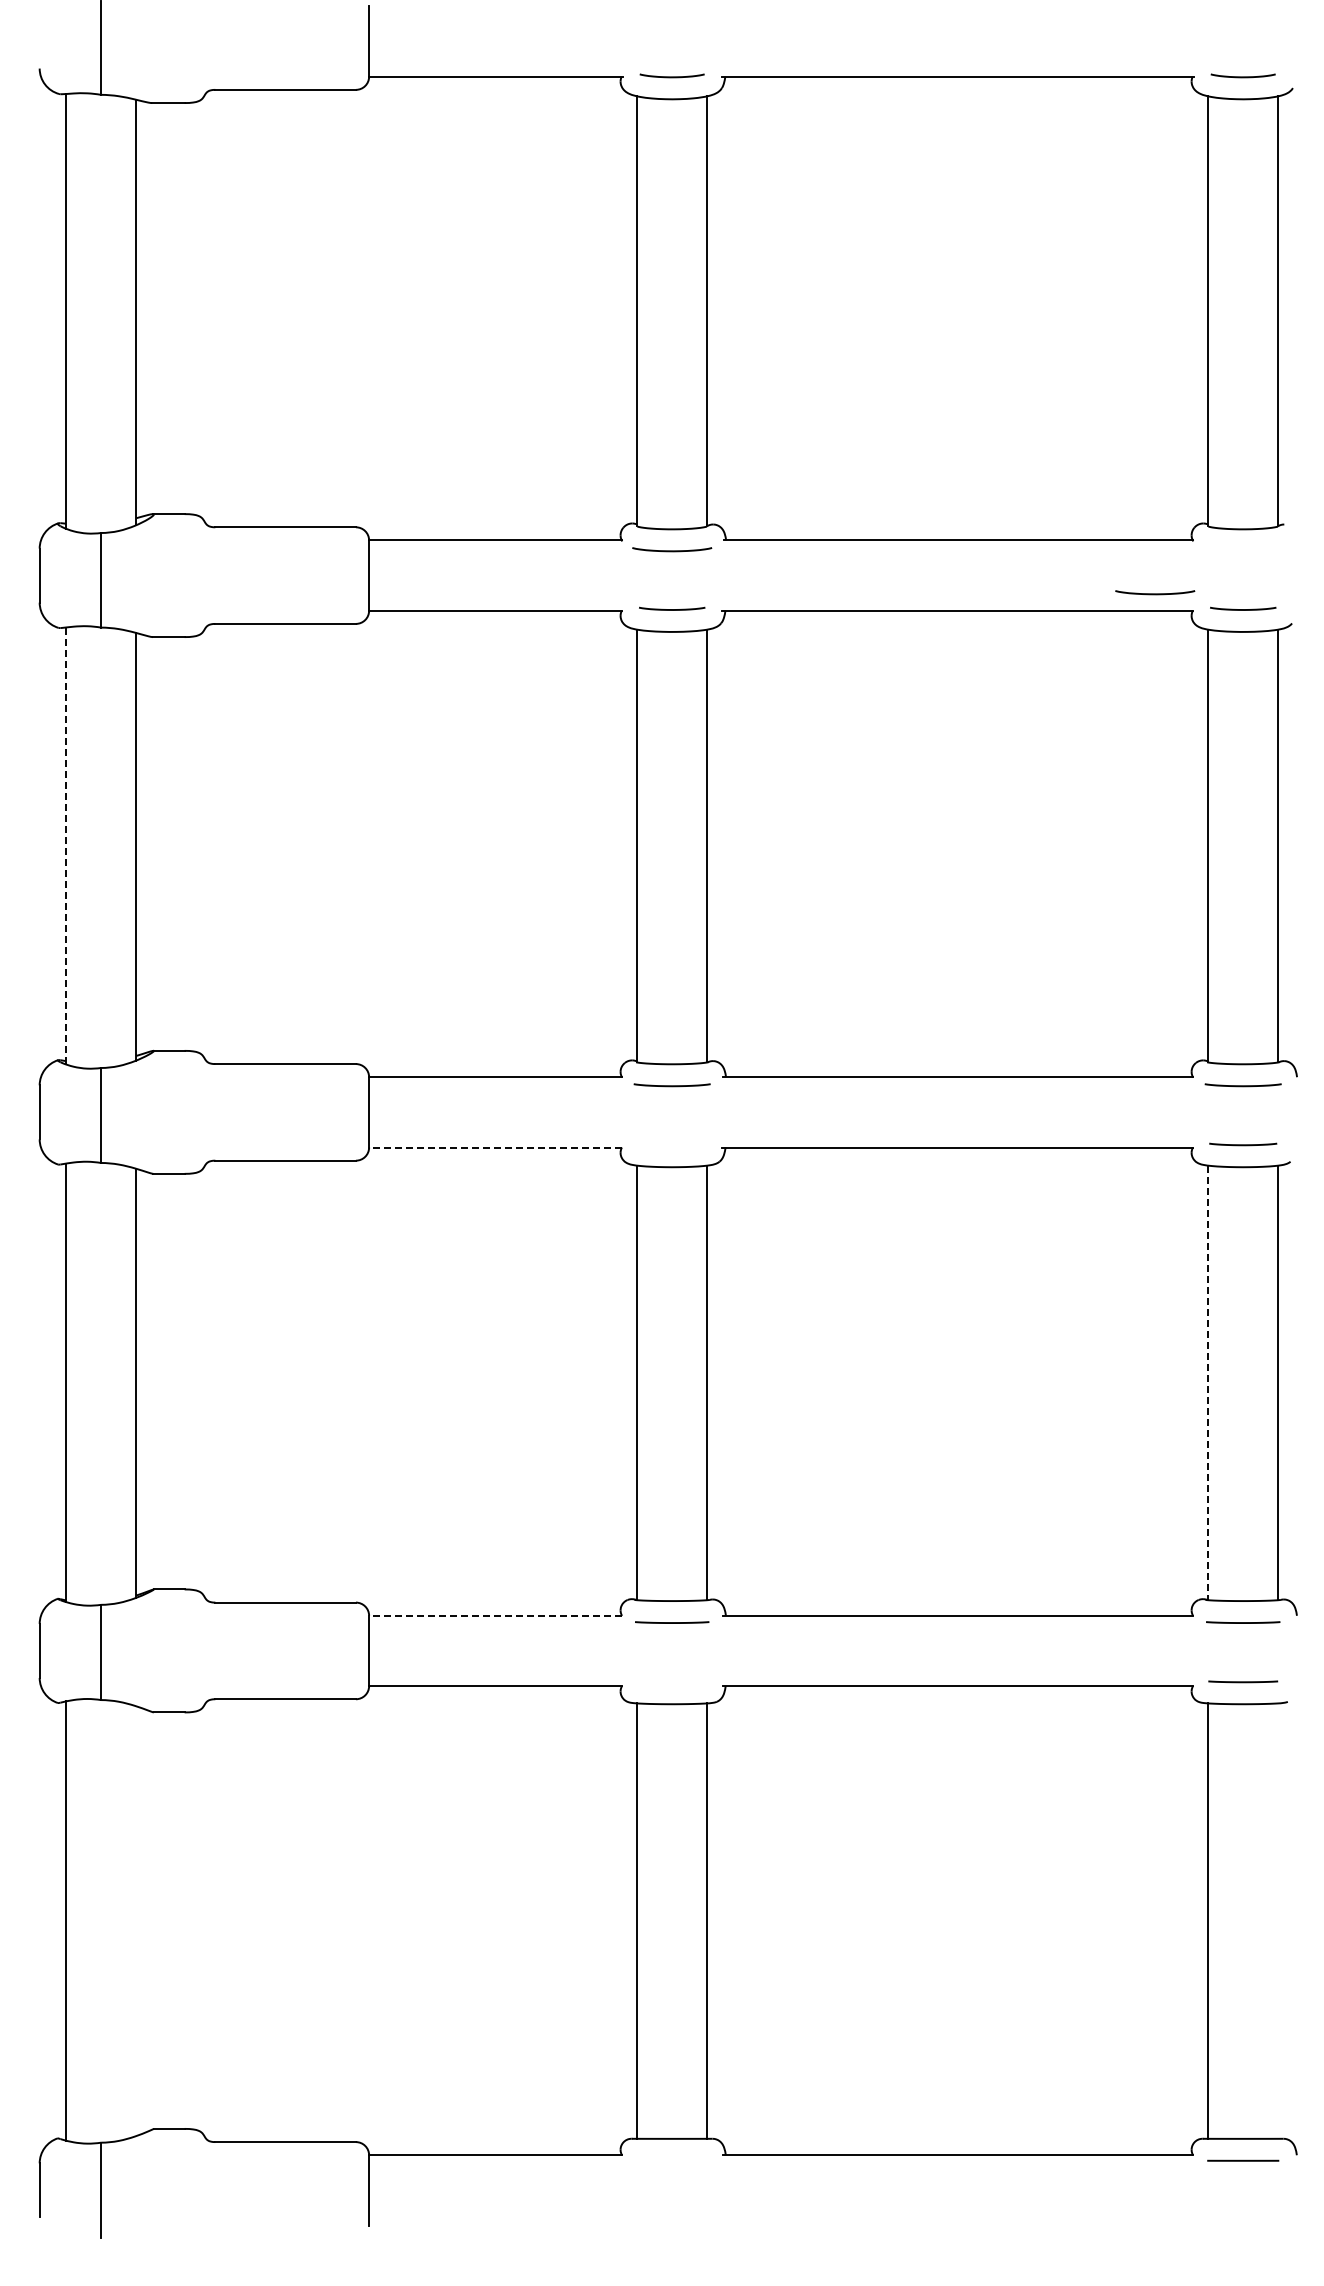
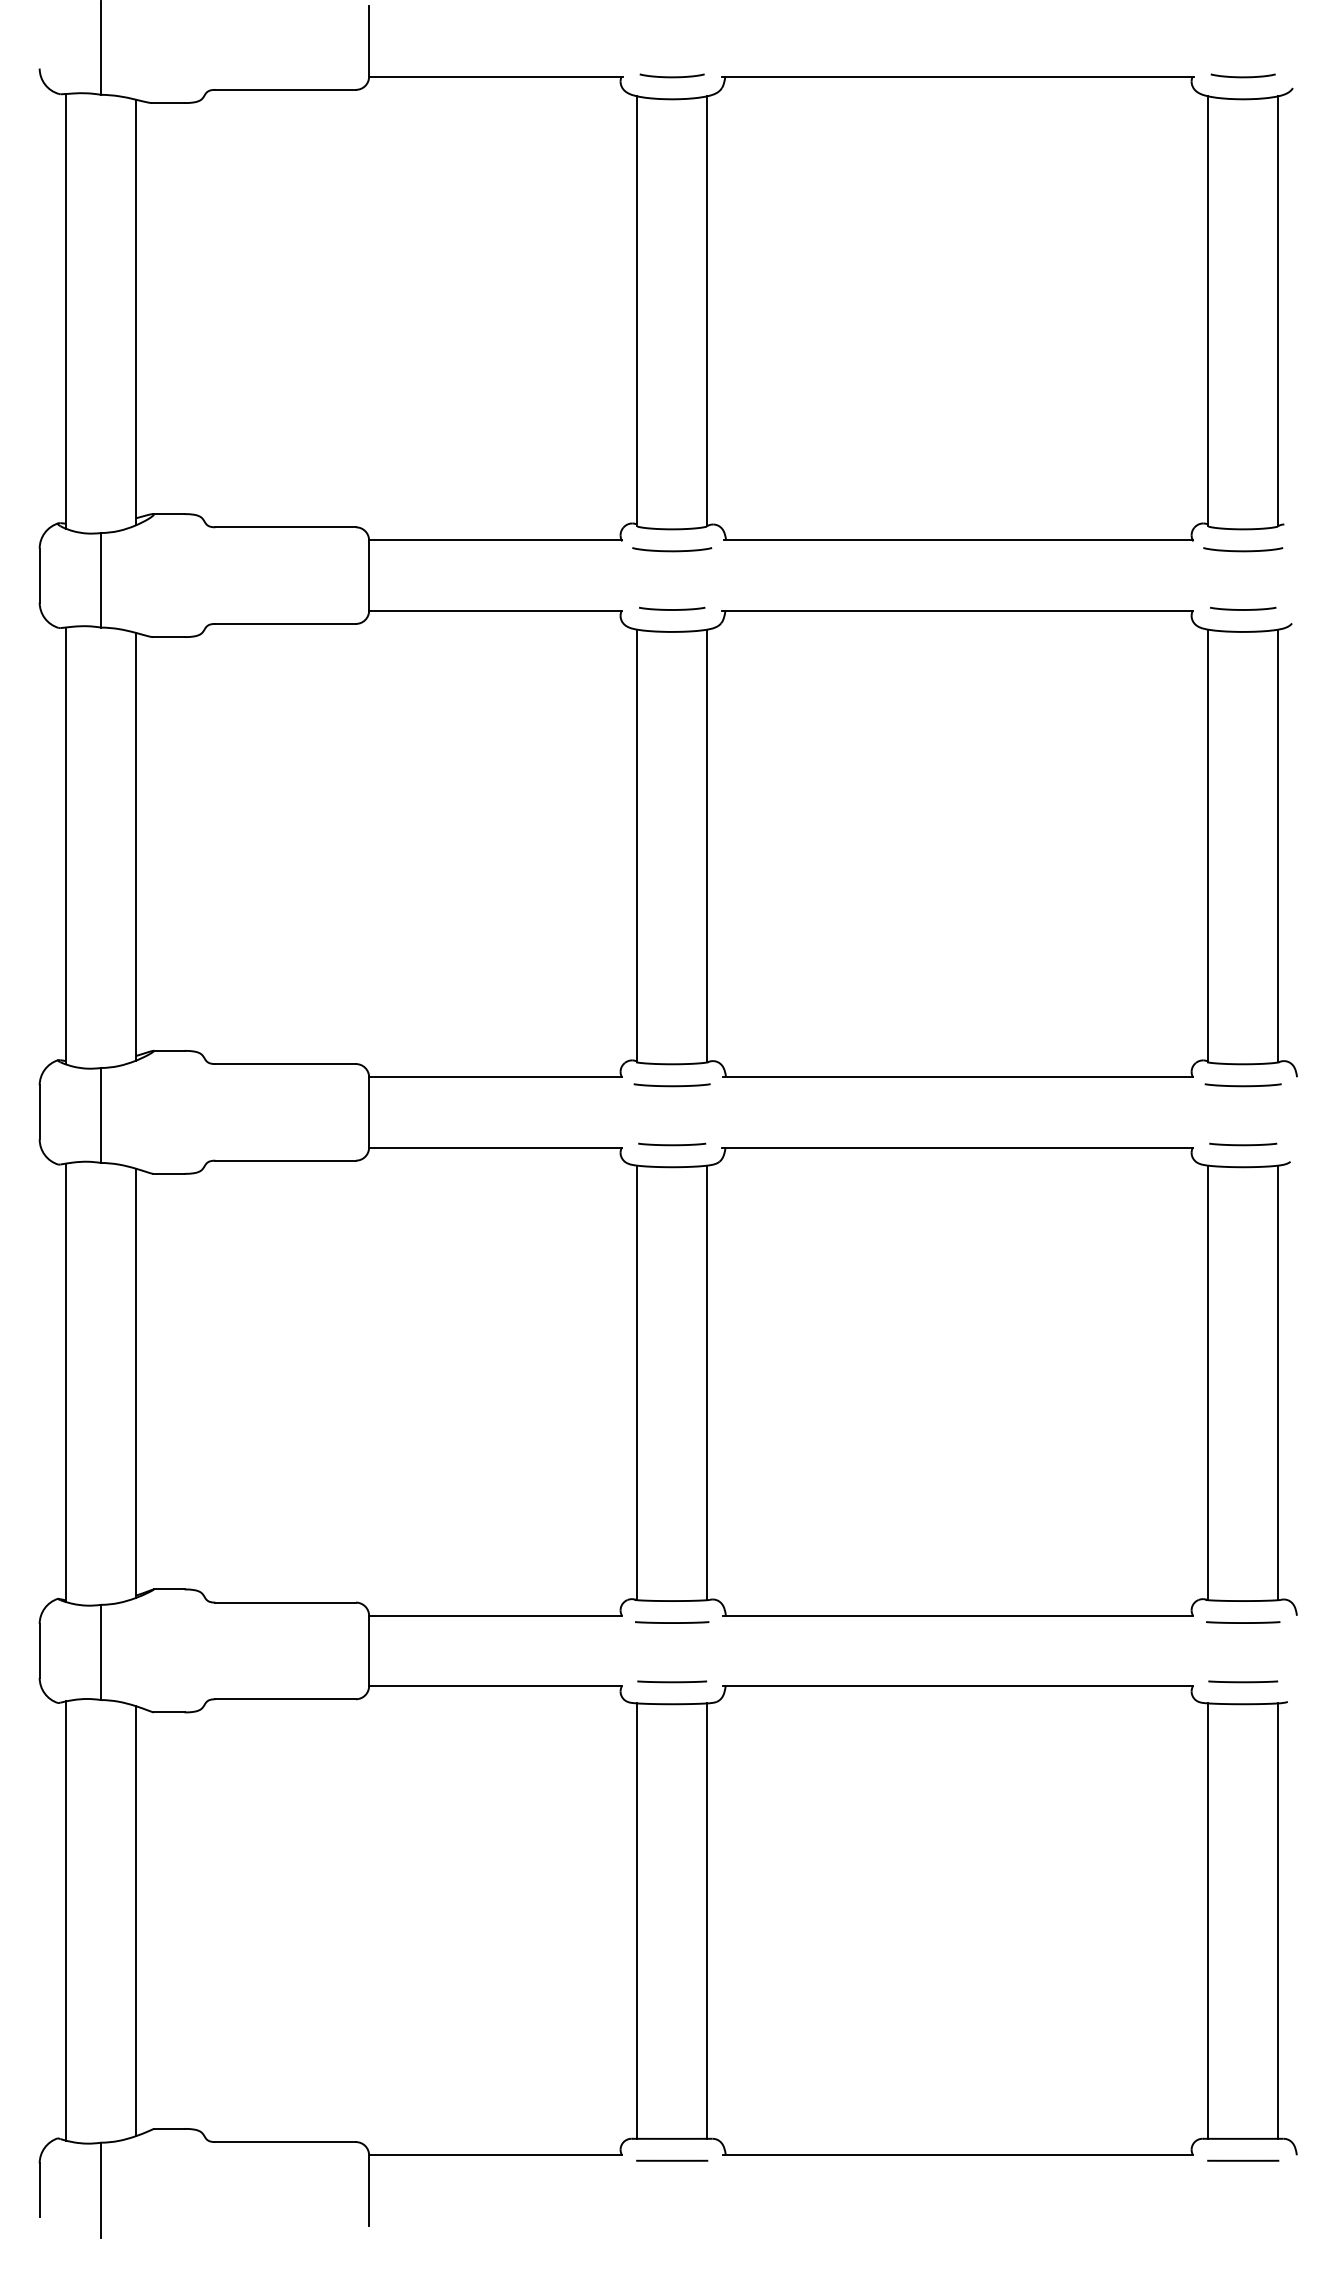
curve at (1155, 593) position: (1155, 593) -> (1243, 550)
line at (66, 846): dashed -> solid
curve at (672, 1144): none -> present
line at (495, 1147): dashed -> solid
line at (1208, 1383): dashed -> solid
line at (495, 1615): dashed -> solid
line at (672, 1681): none -> present
line at (1278, 1920): none -> present
line at (136, 1921): none -> present
line at (672, 2160): none -> present
